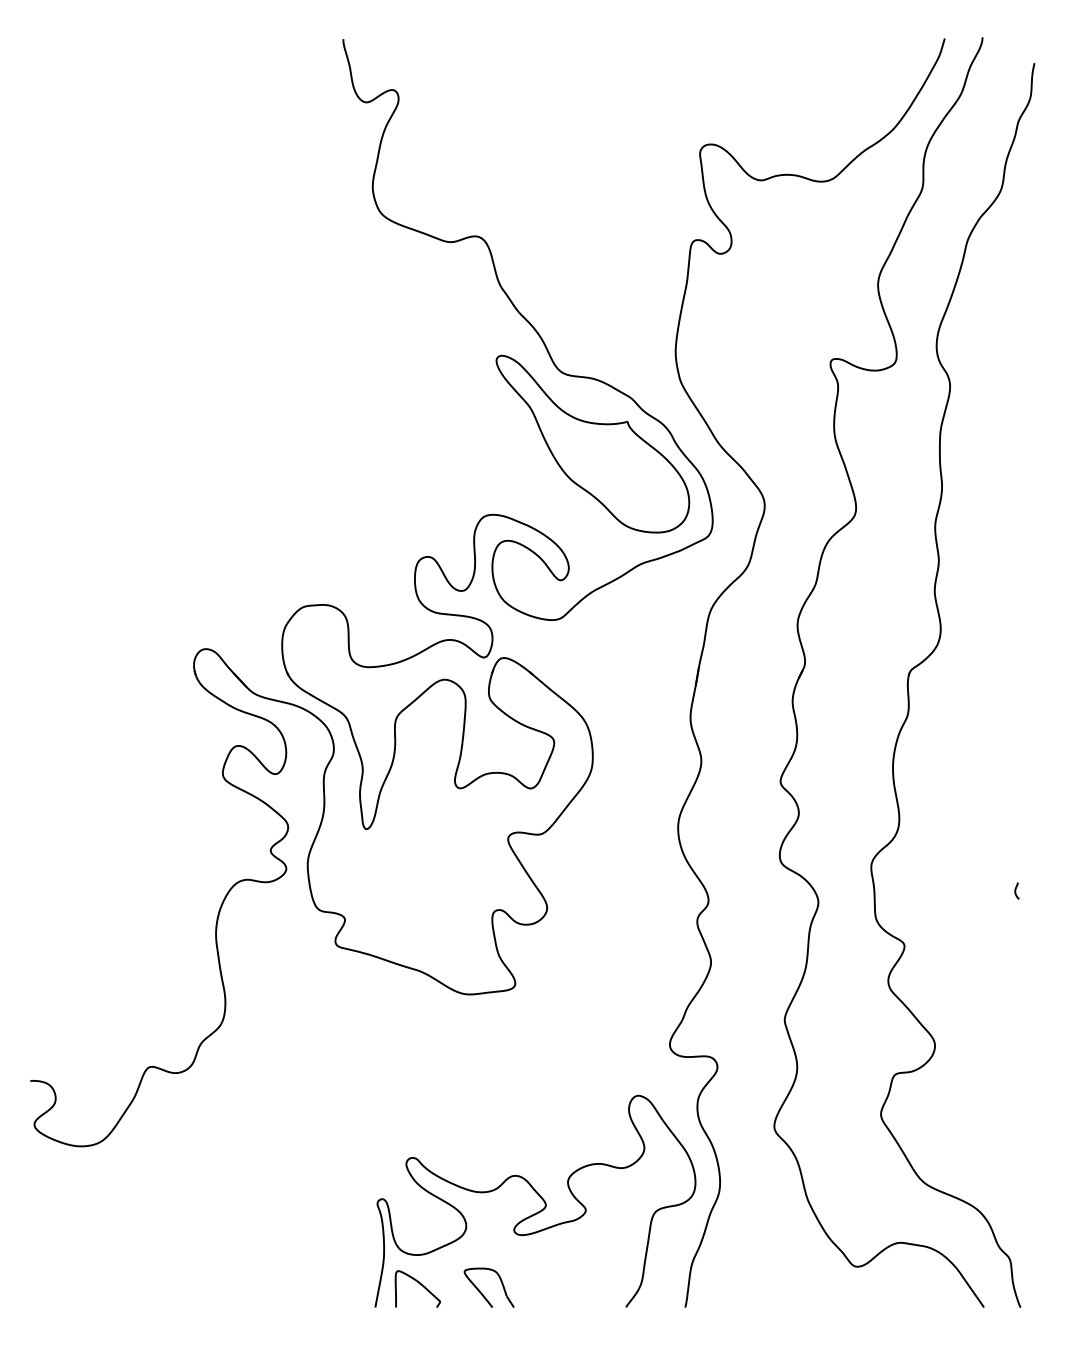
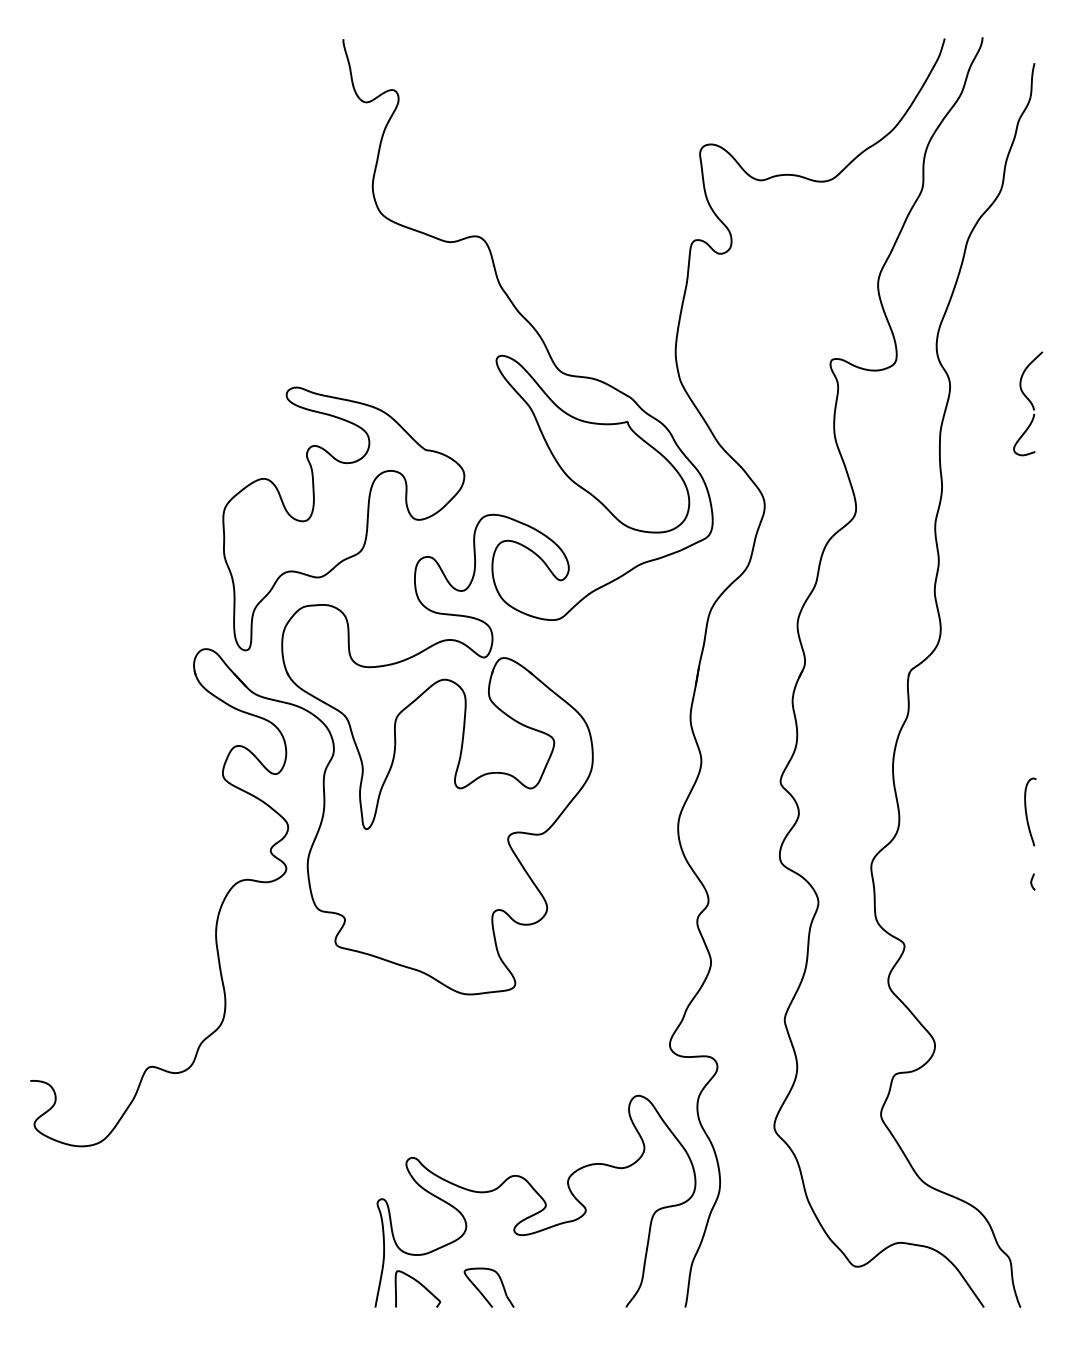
part at (1028, 403): none -> present
part at (343, 518): none -> present
curve at (1027, 813): none -> present
curve at (1016, 890) position: (1016, 890) -> (1032, 881)
